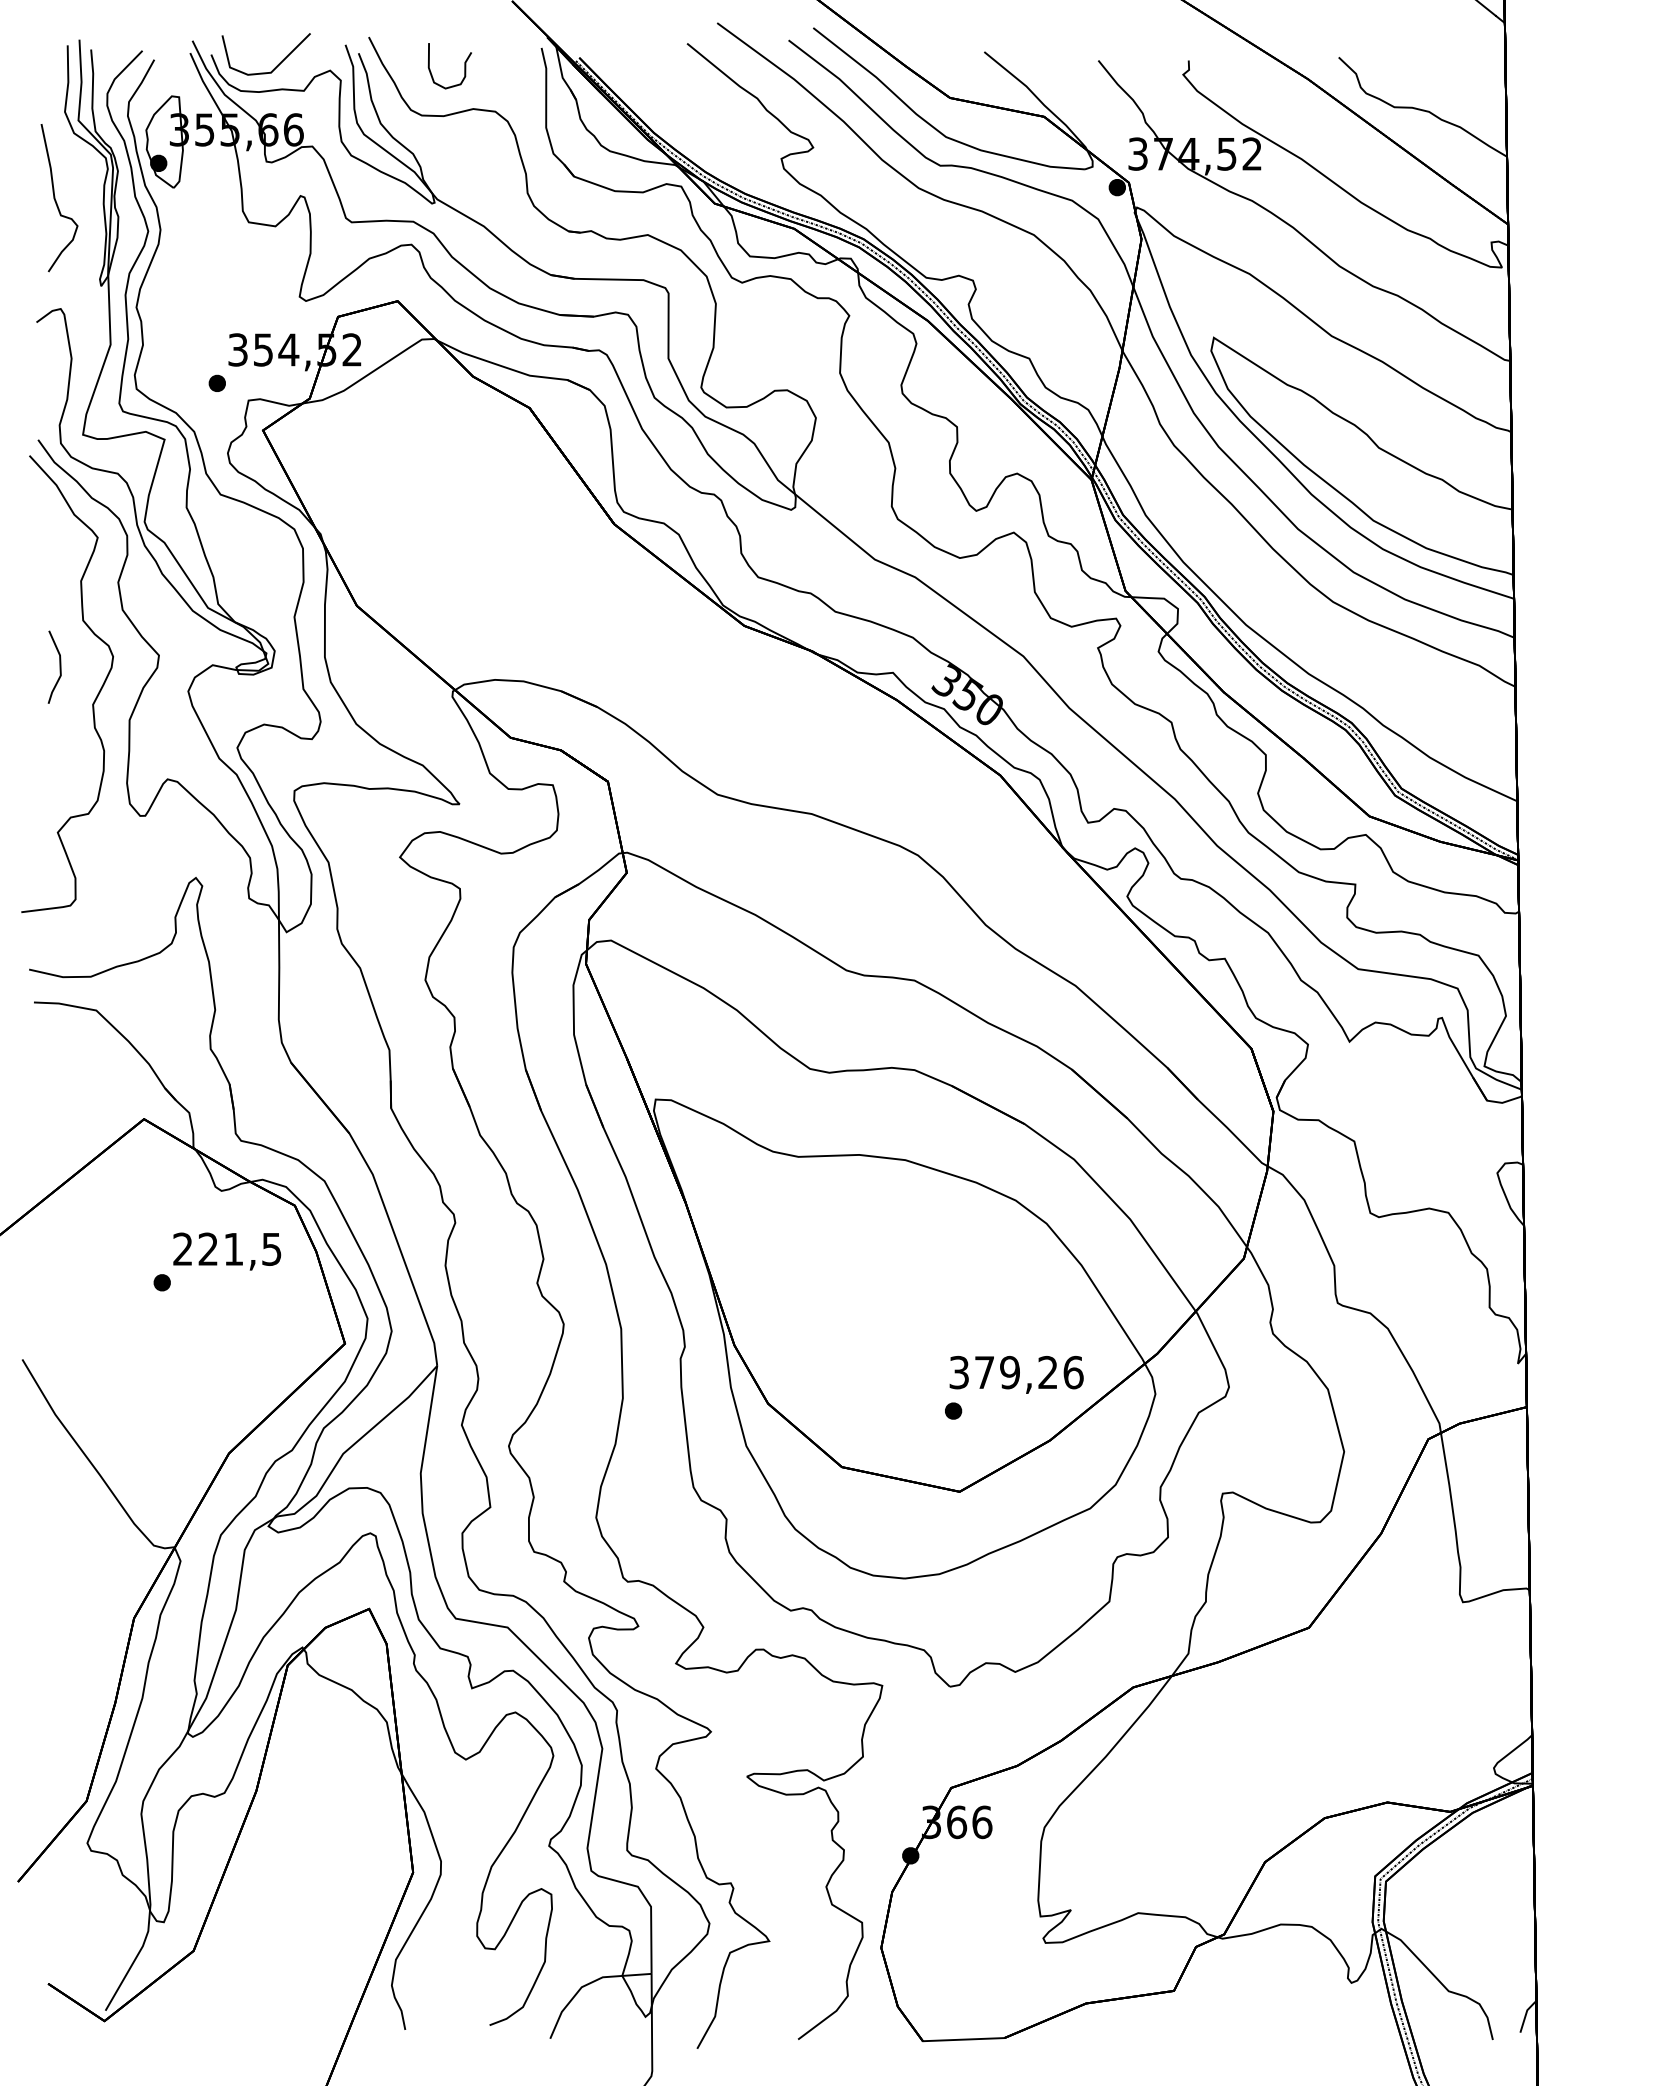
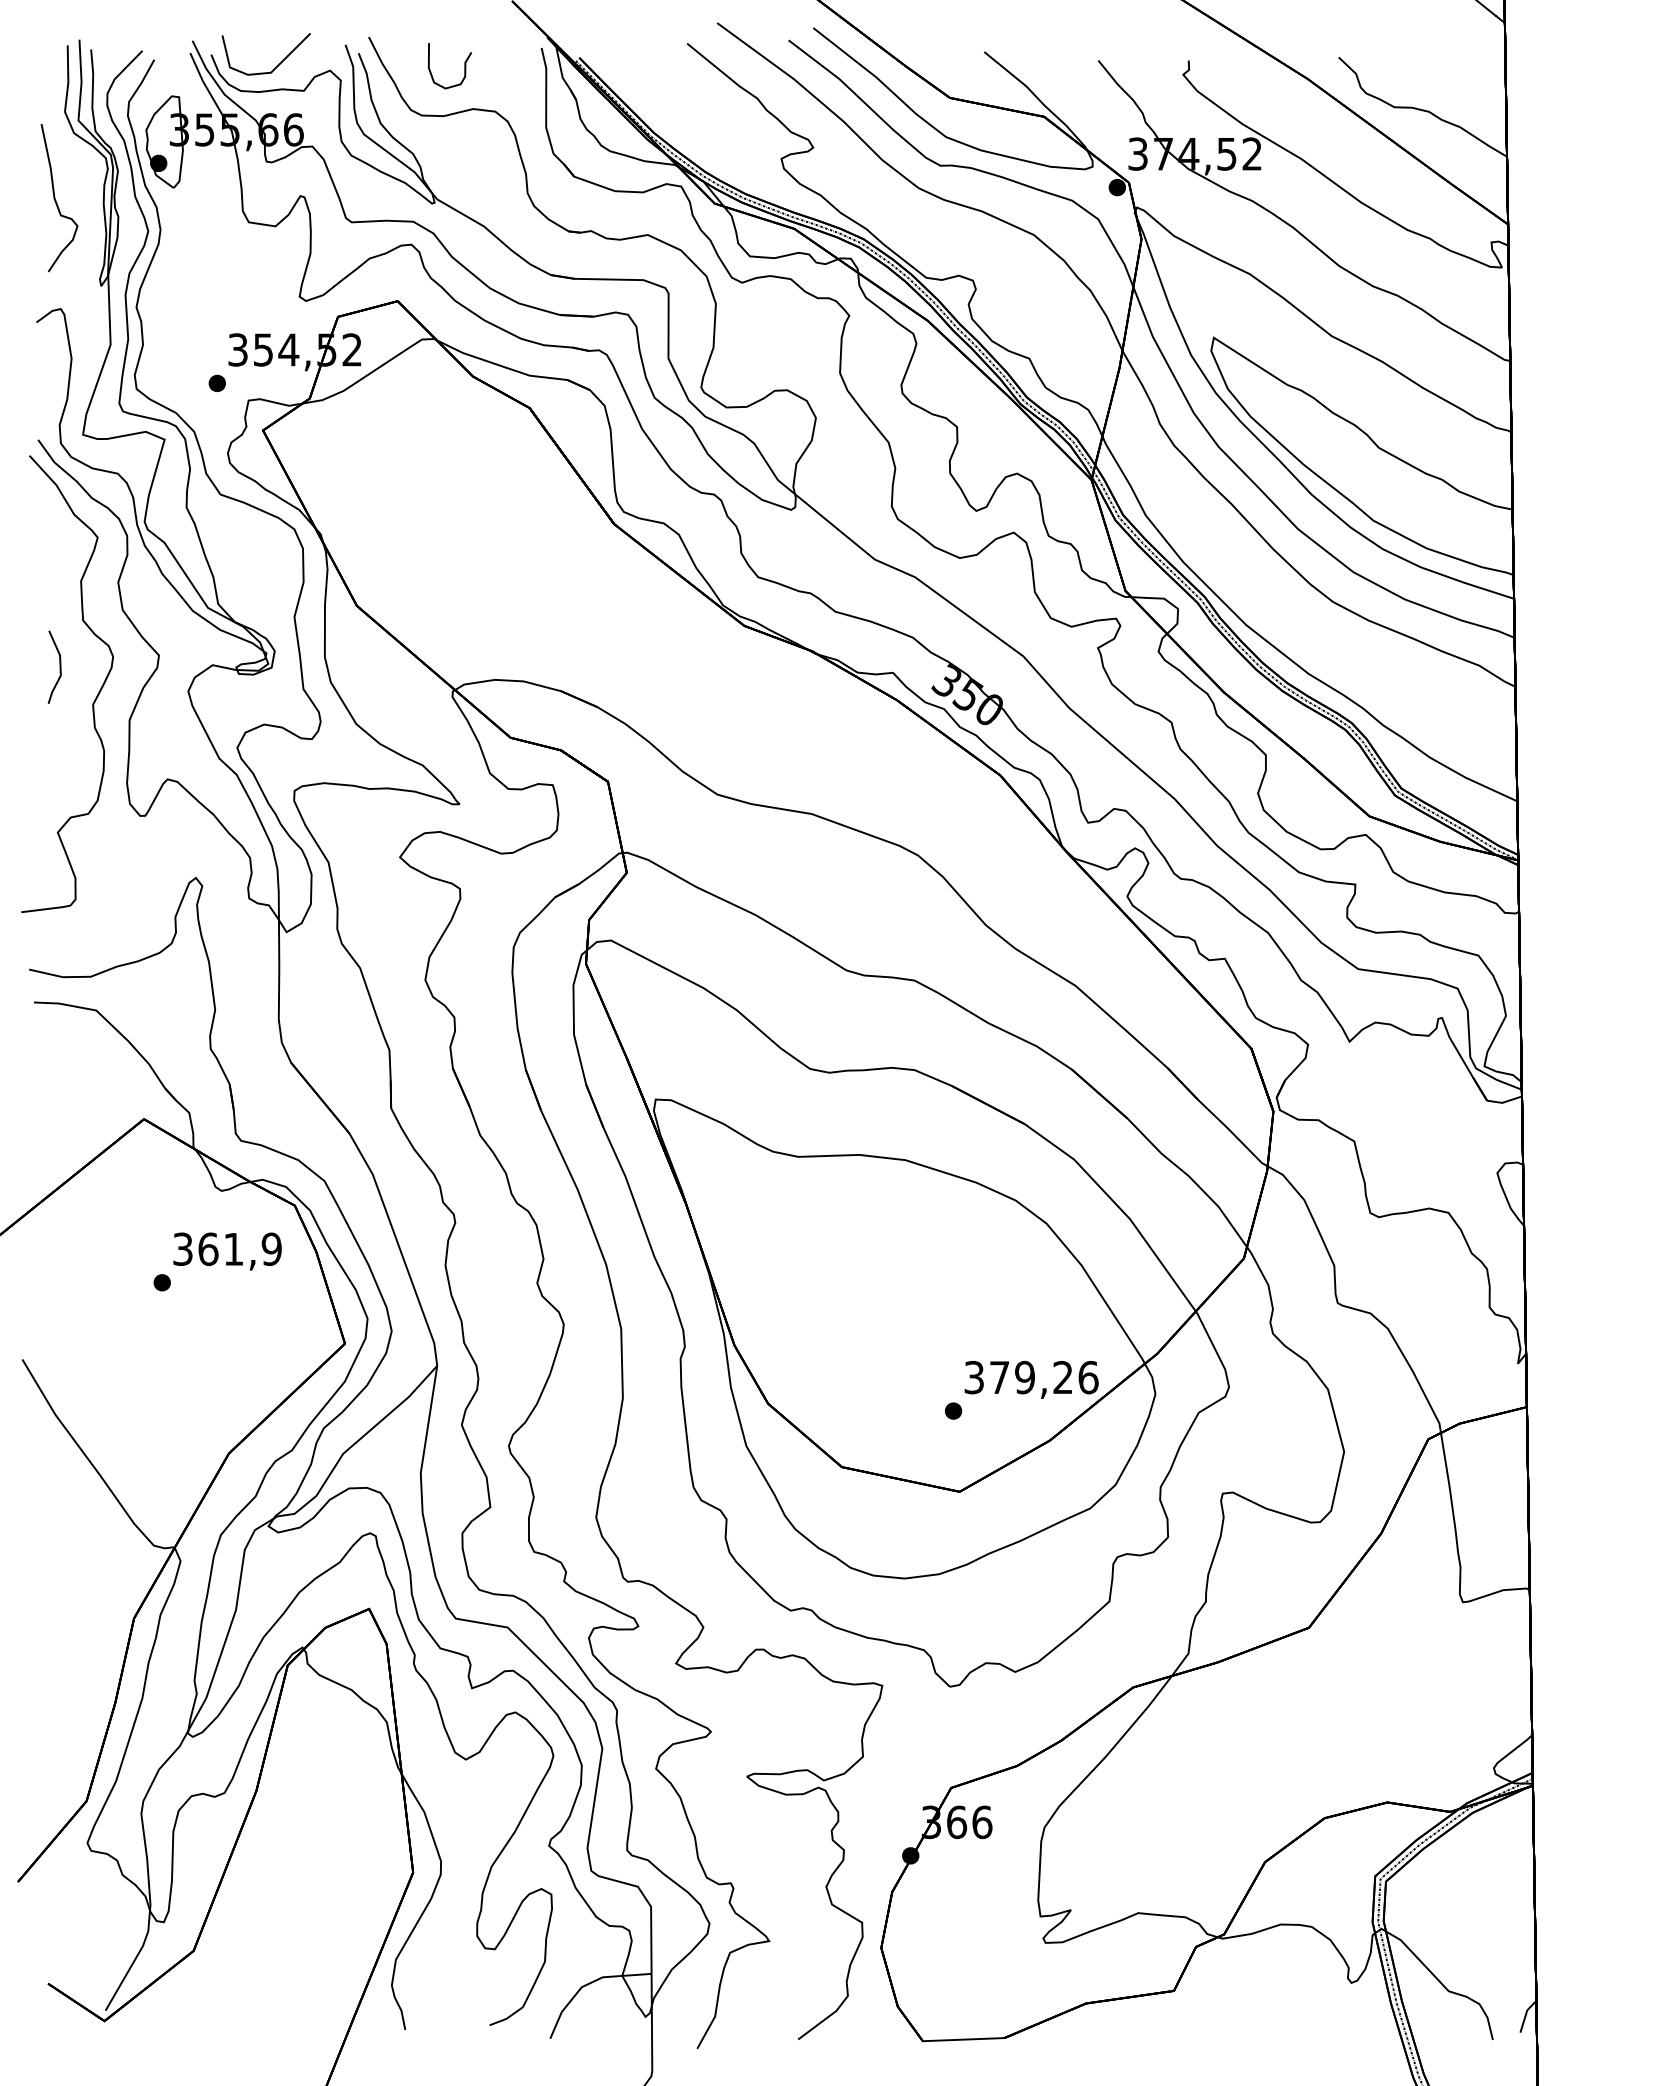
text at (227, 1248): 221,5 -> 361,9
text at (1016, 1374) position: (1016, 1374) -> (1031, 1379)
